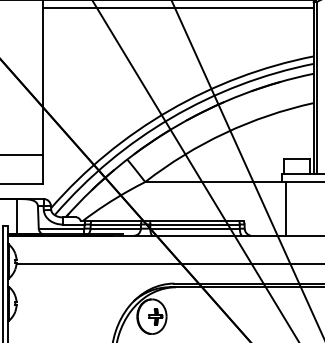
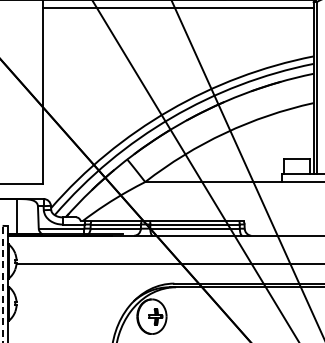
line at (22, 154): present -> none
line at (286, 208): present -> none
line at (2, 283): solid -> dashed
